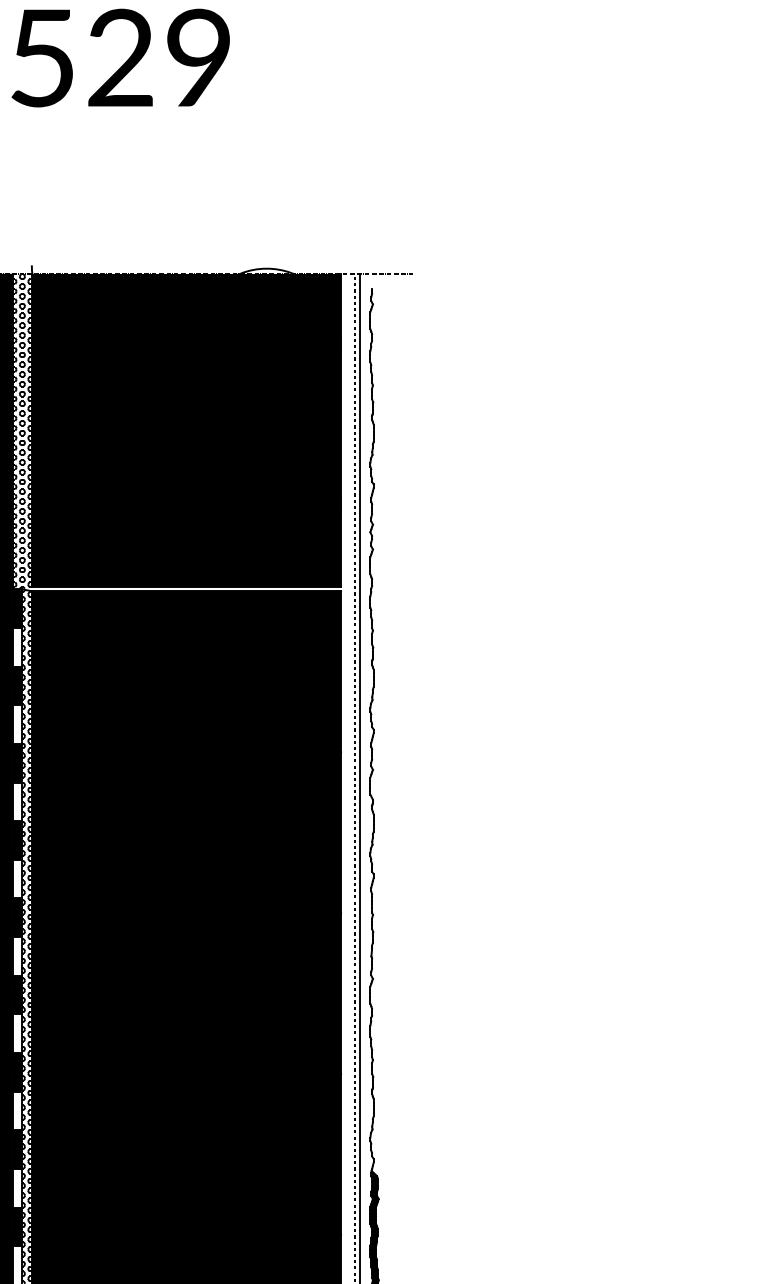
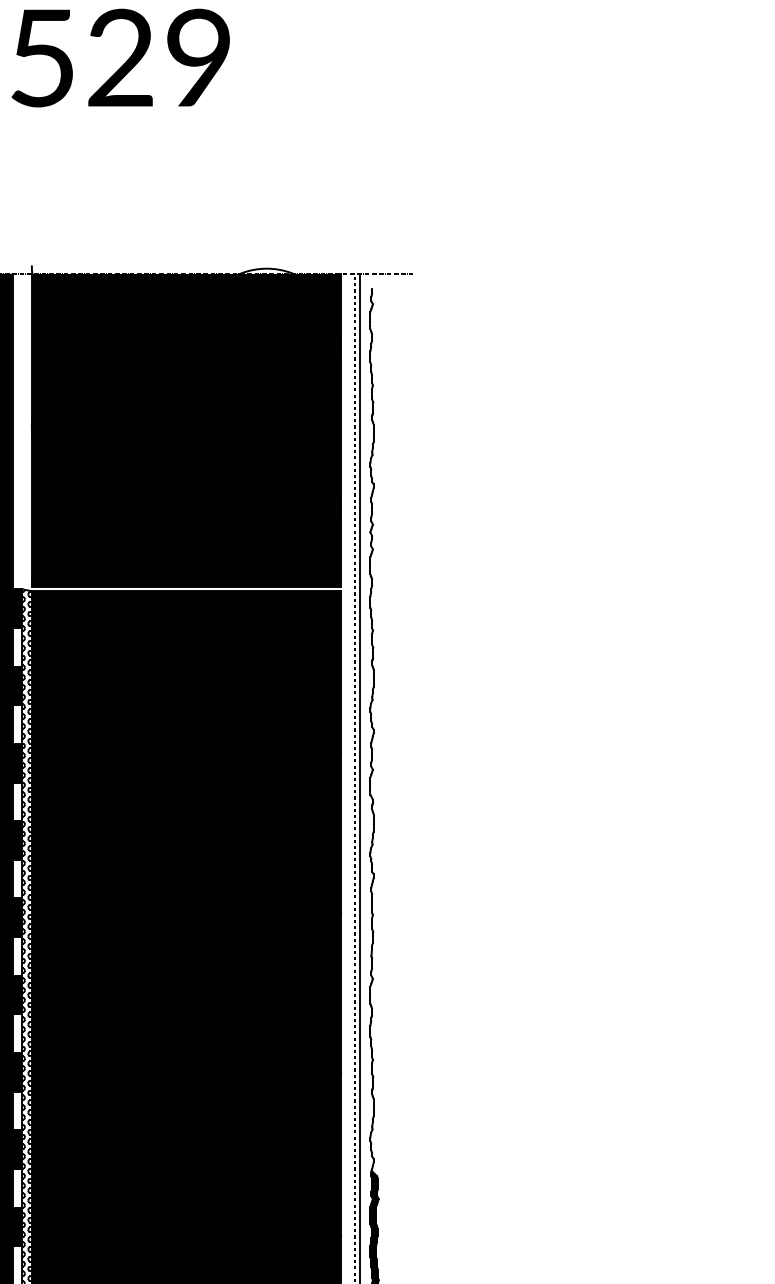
hatch at (21, 431): present -> none
